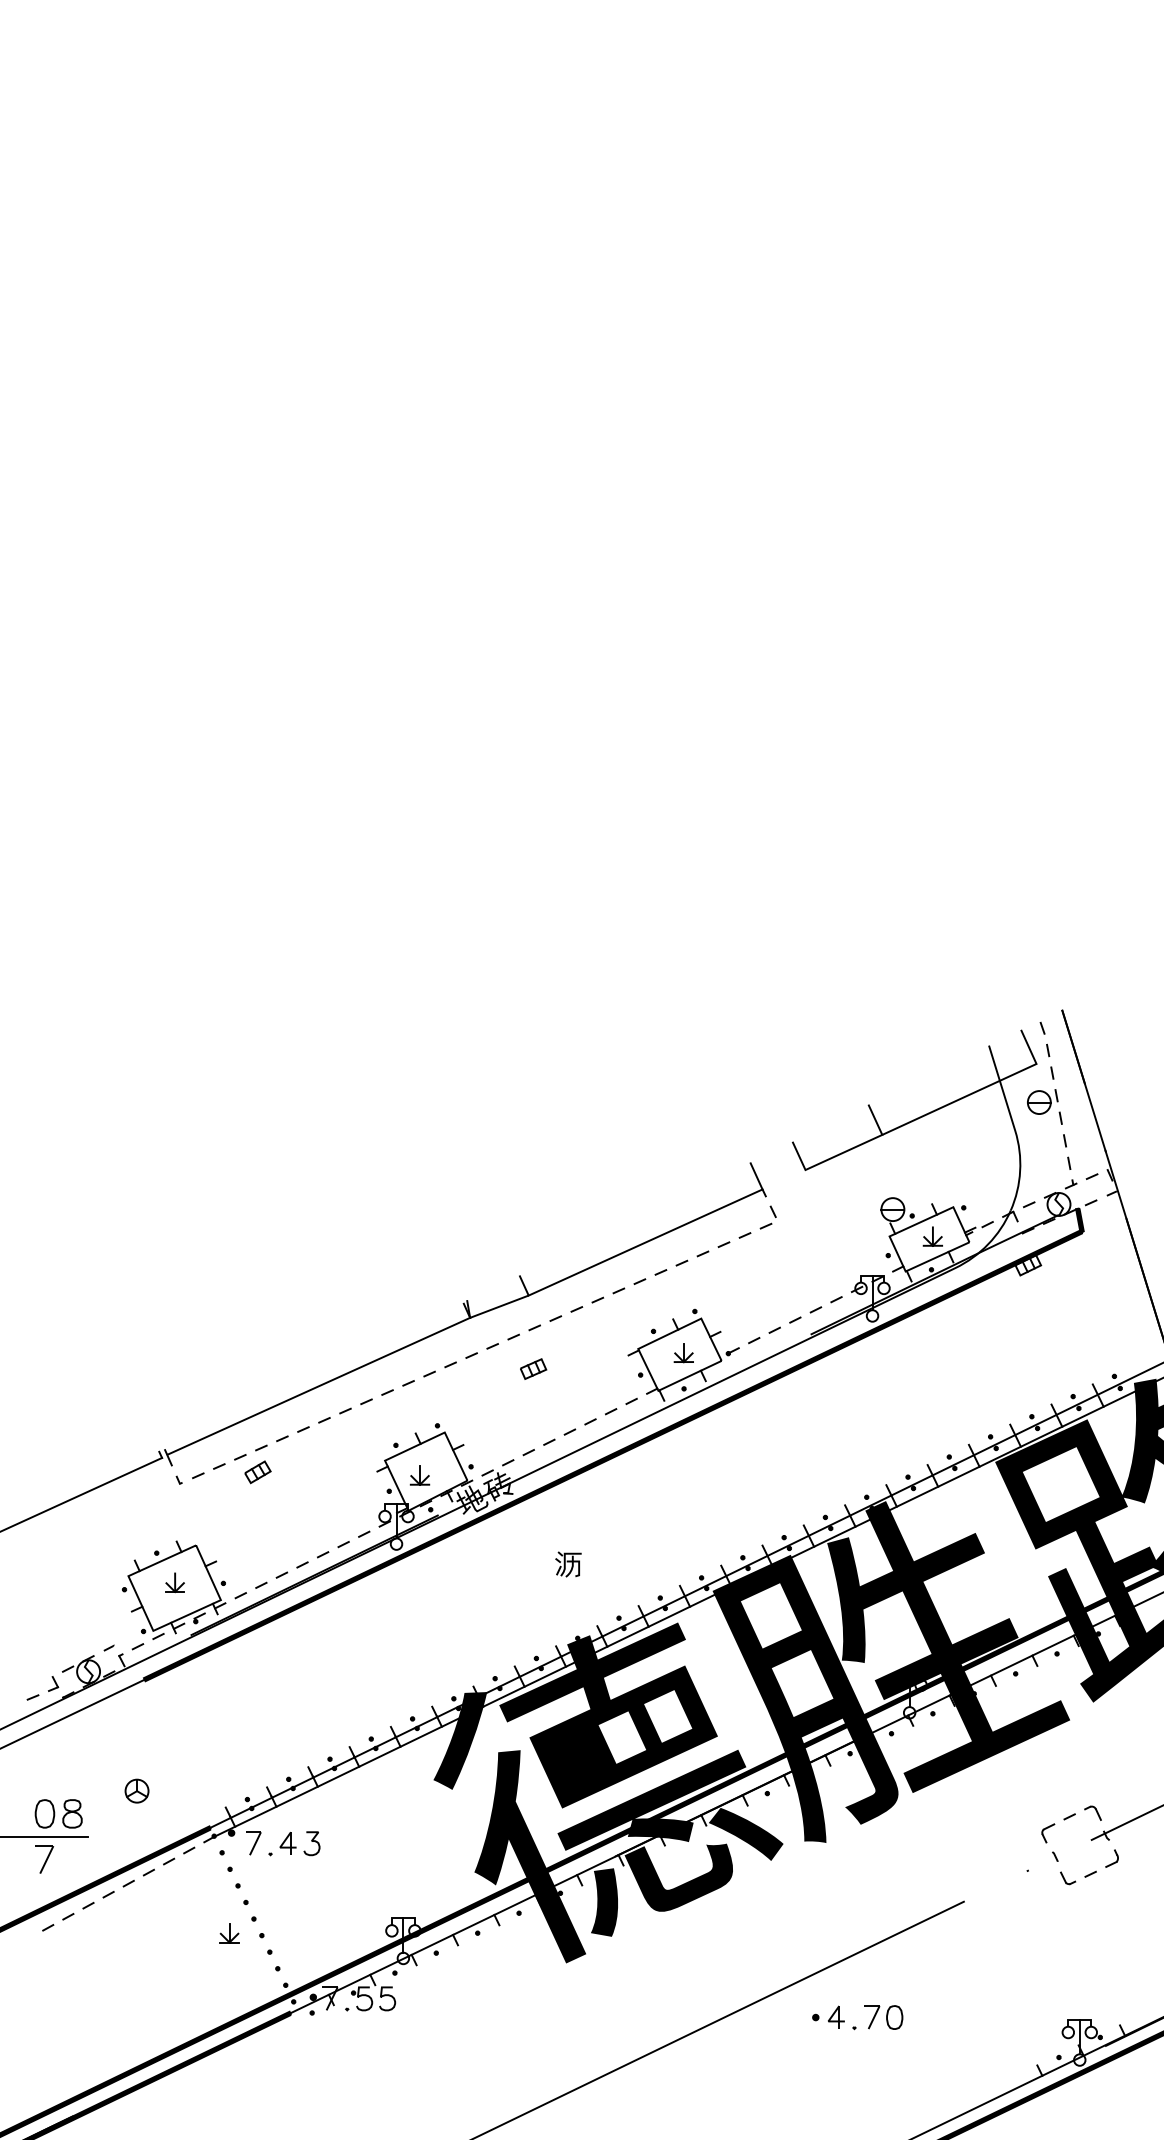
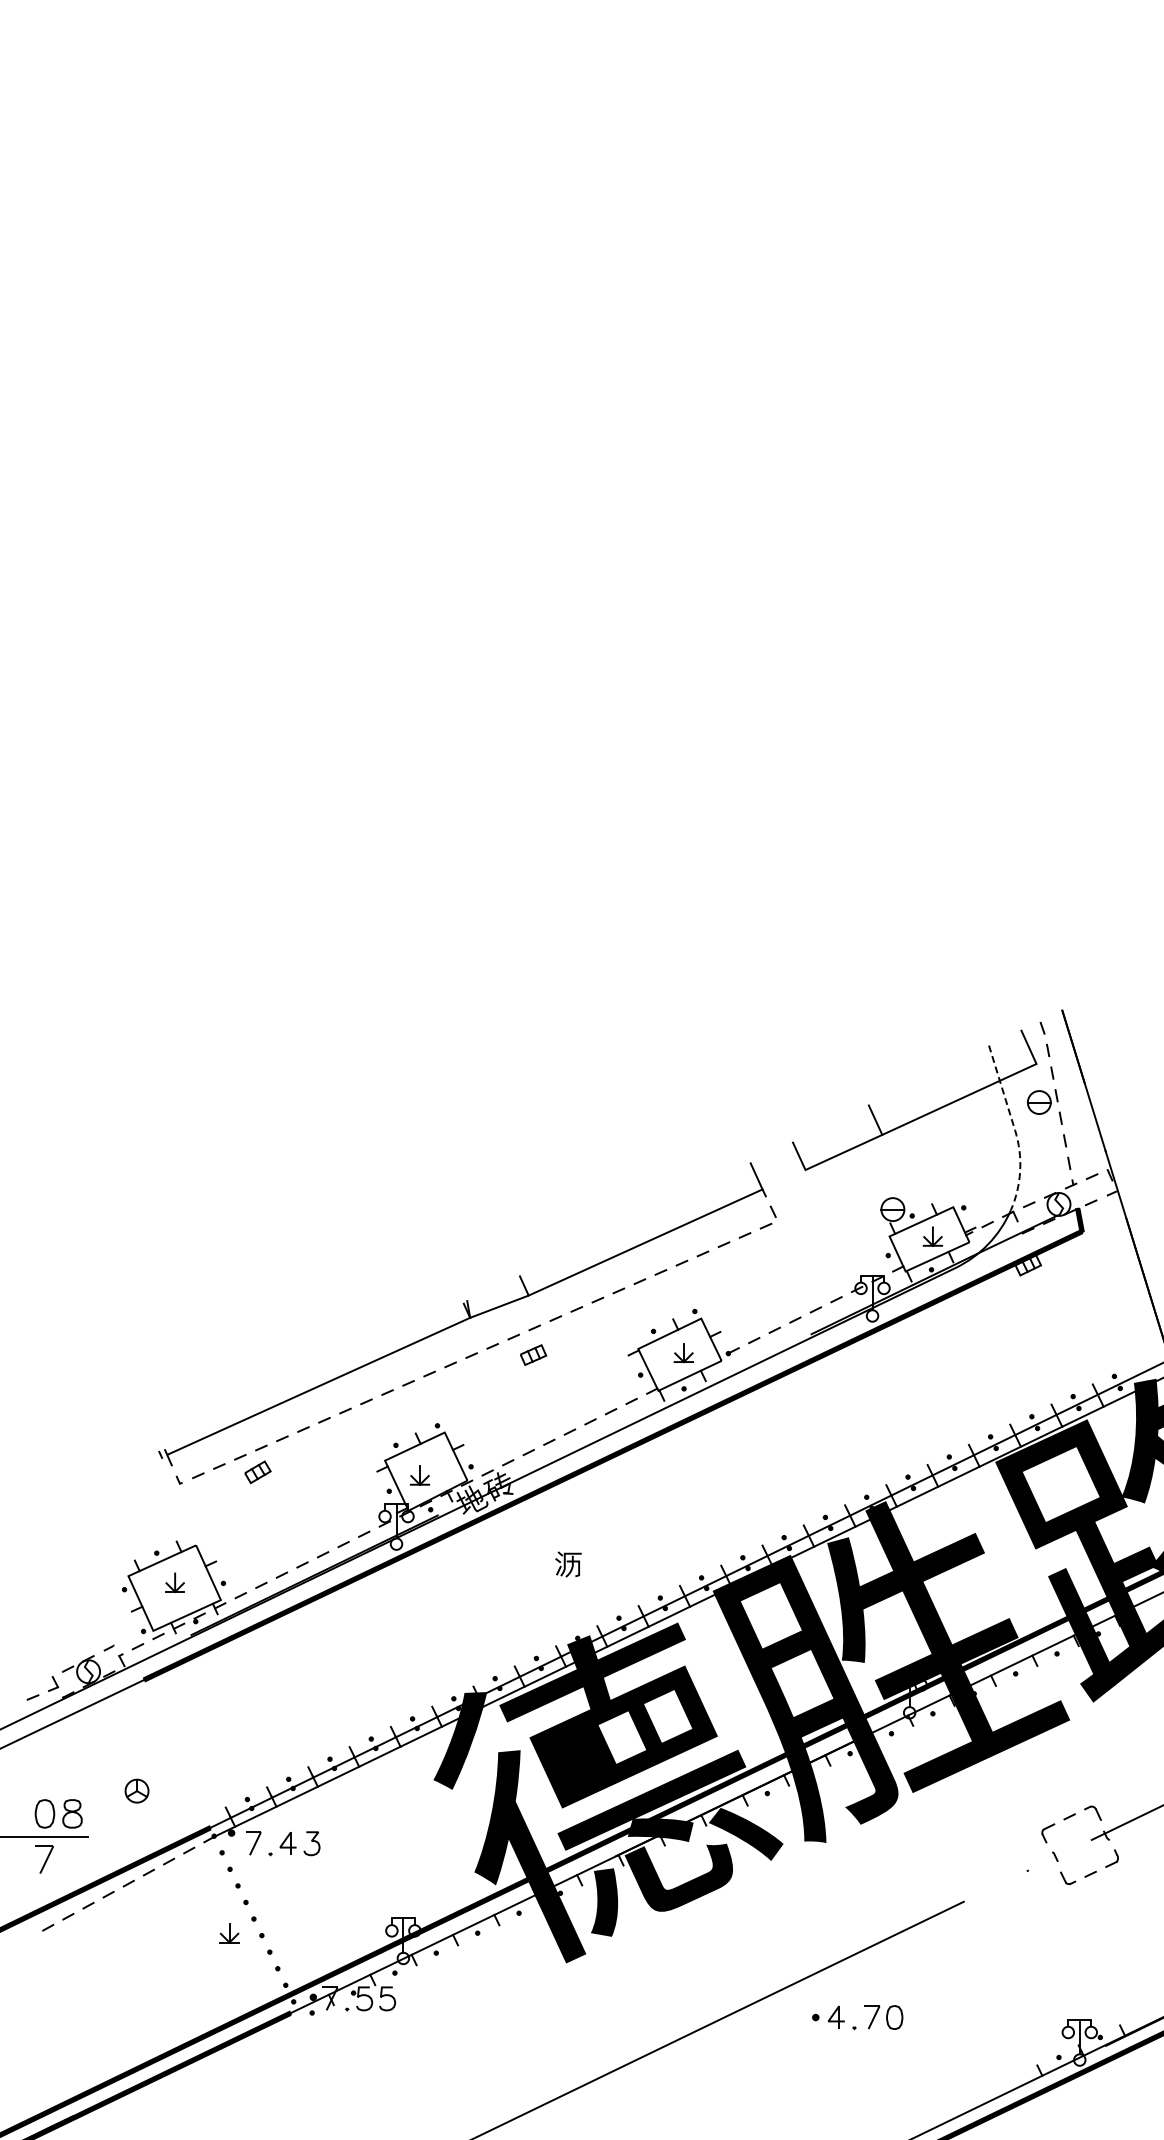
line at (1015, 1132): solid -> dashed
part at (533, 1368) position: (533, 1368) -> (533, 1354)
line at (82, 1493): present -> none
